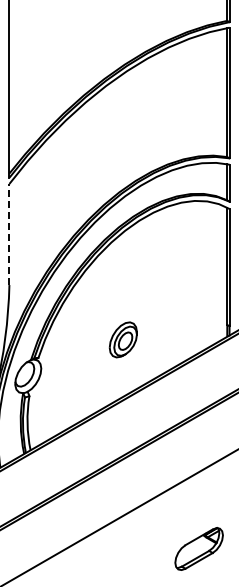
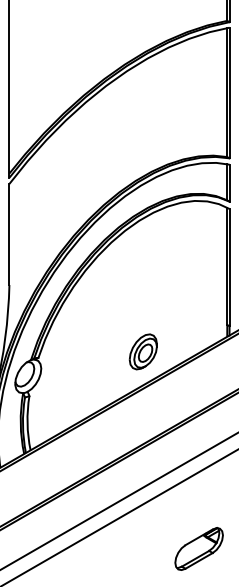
line at (9, 234): dashed -> solid
part at (122, 339) position: (122, 339) -> (142, 351)
line at (118, 501): none -> present
